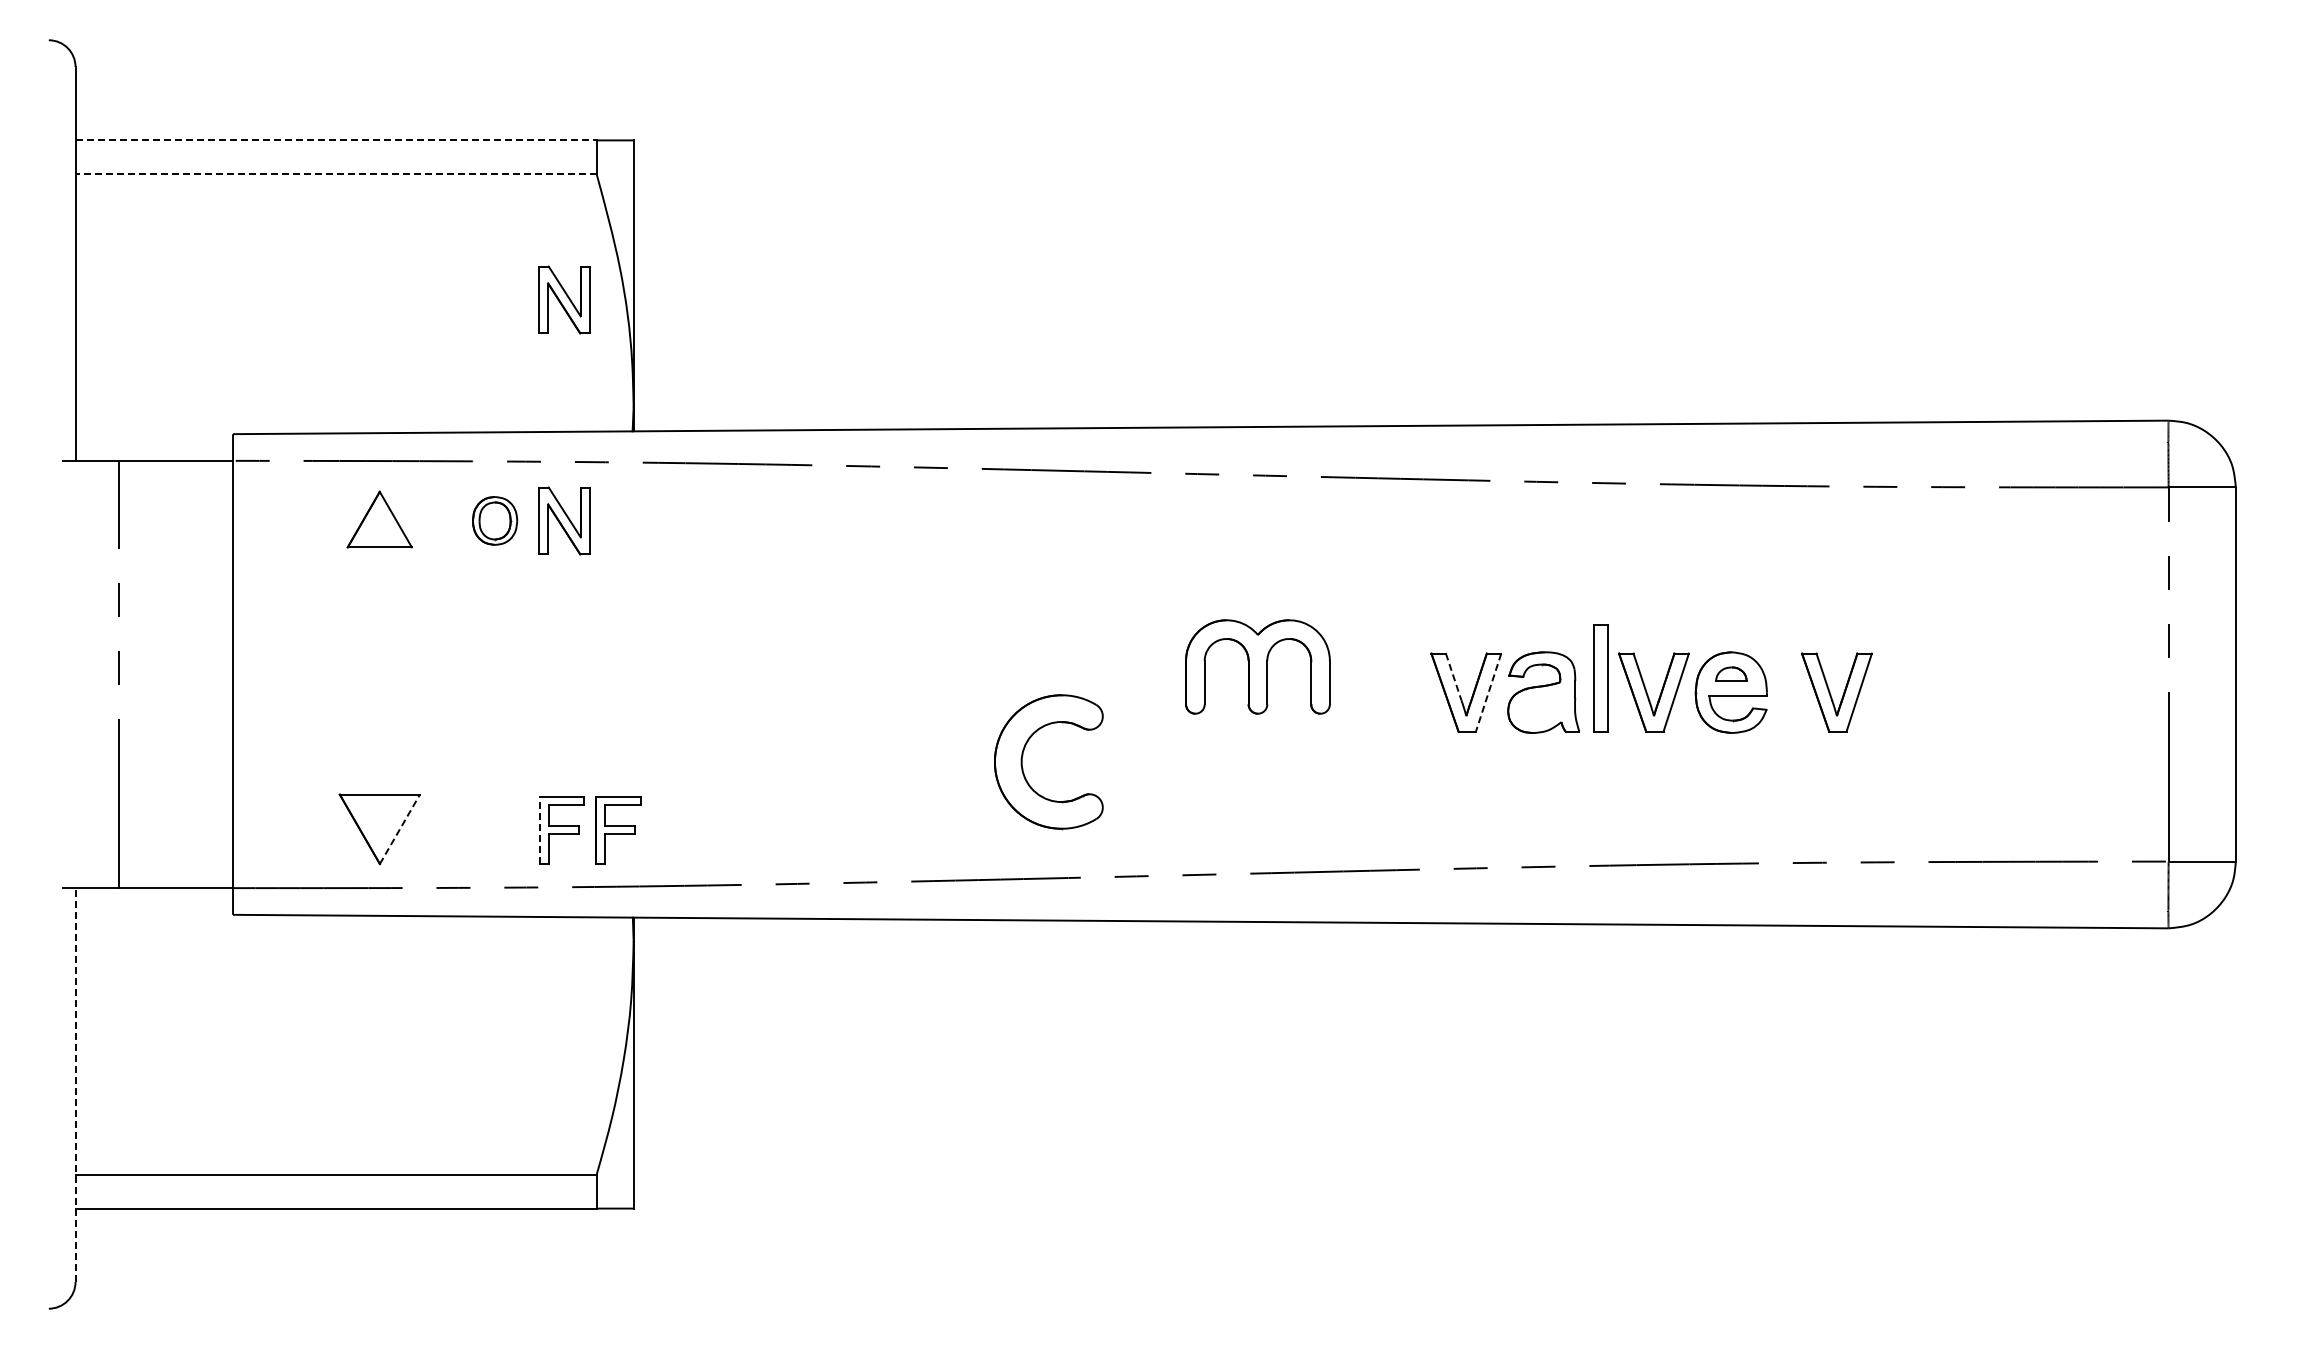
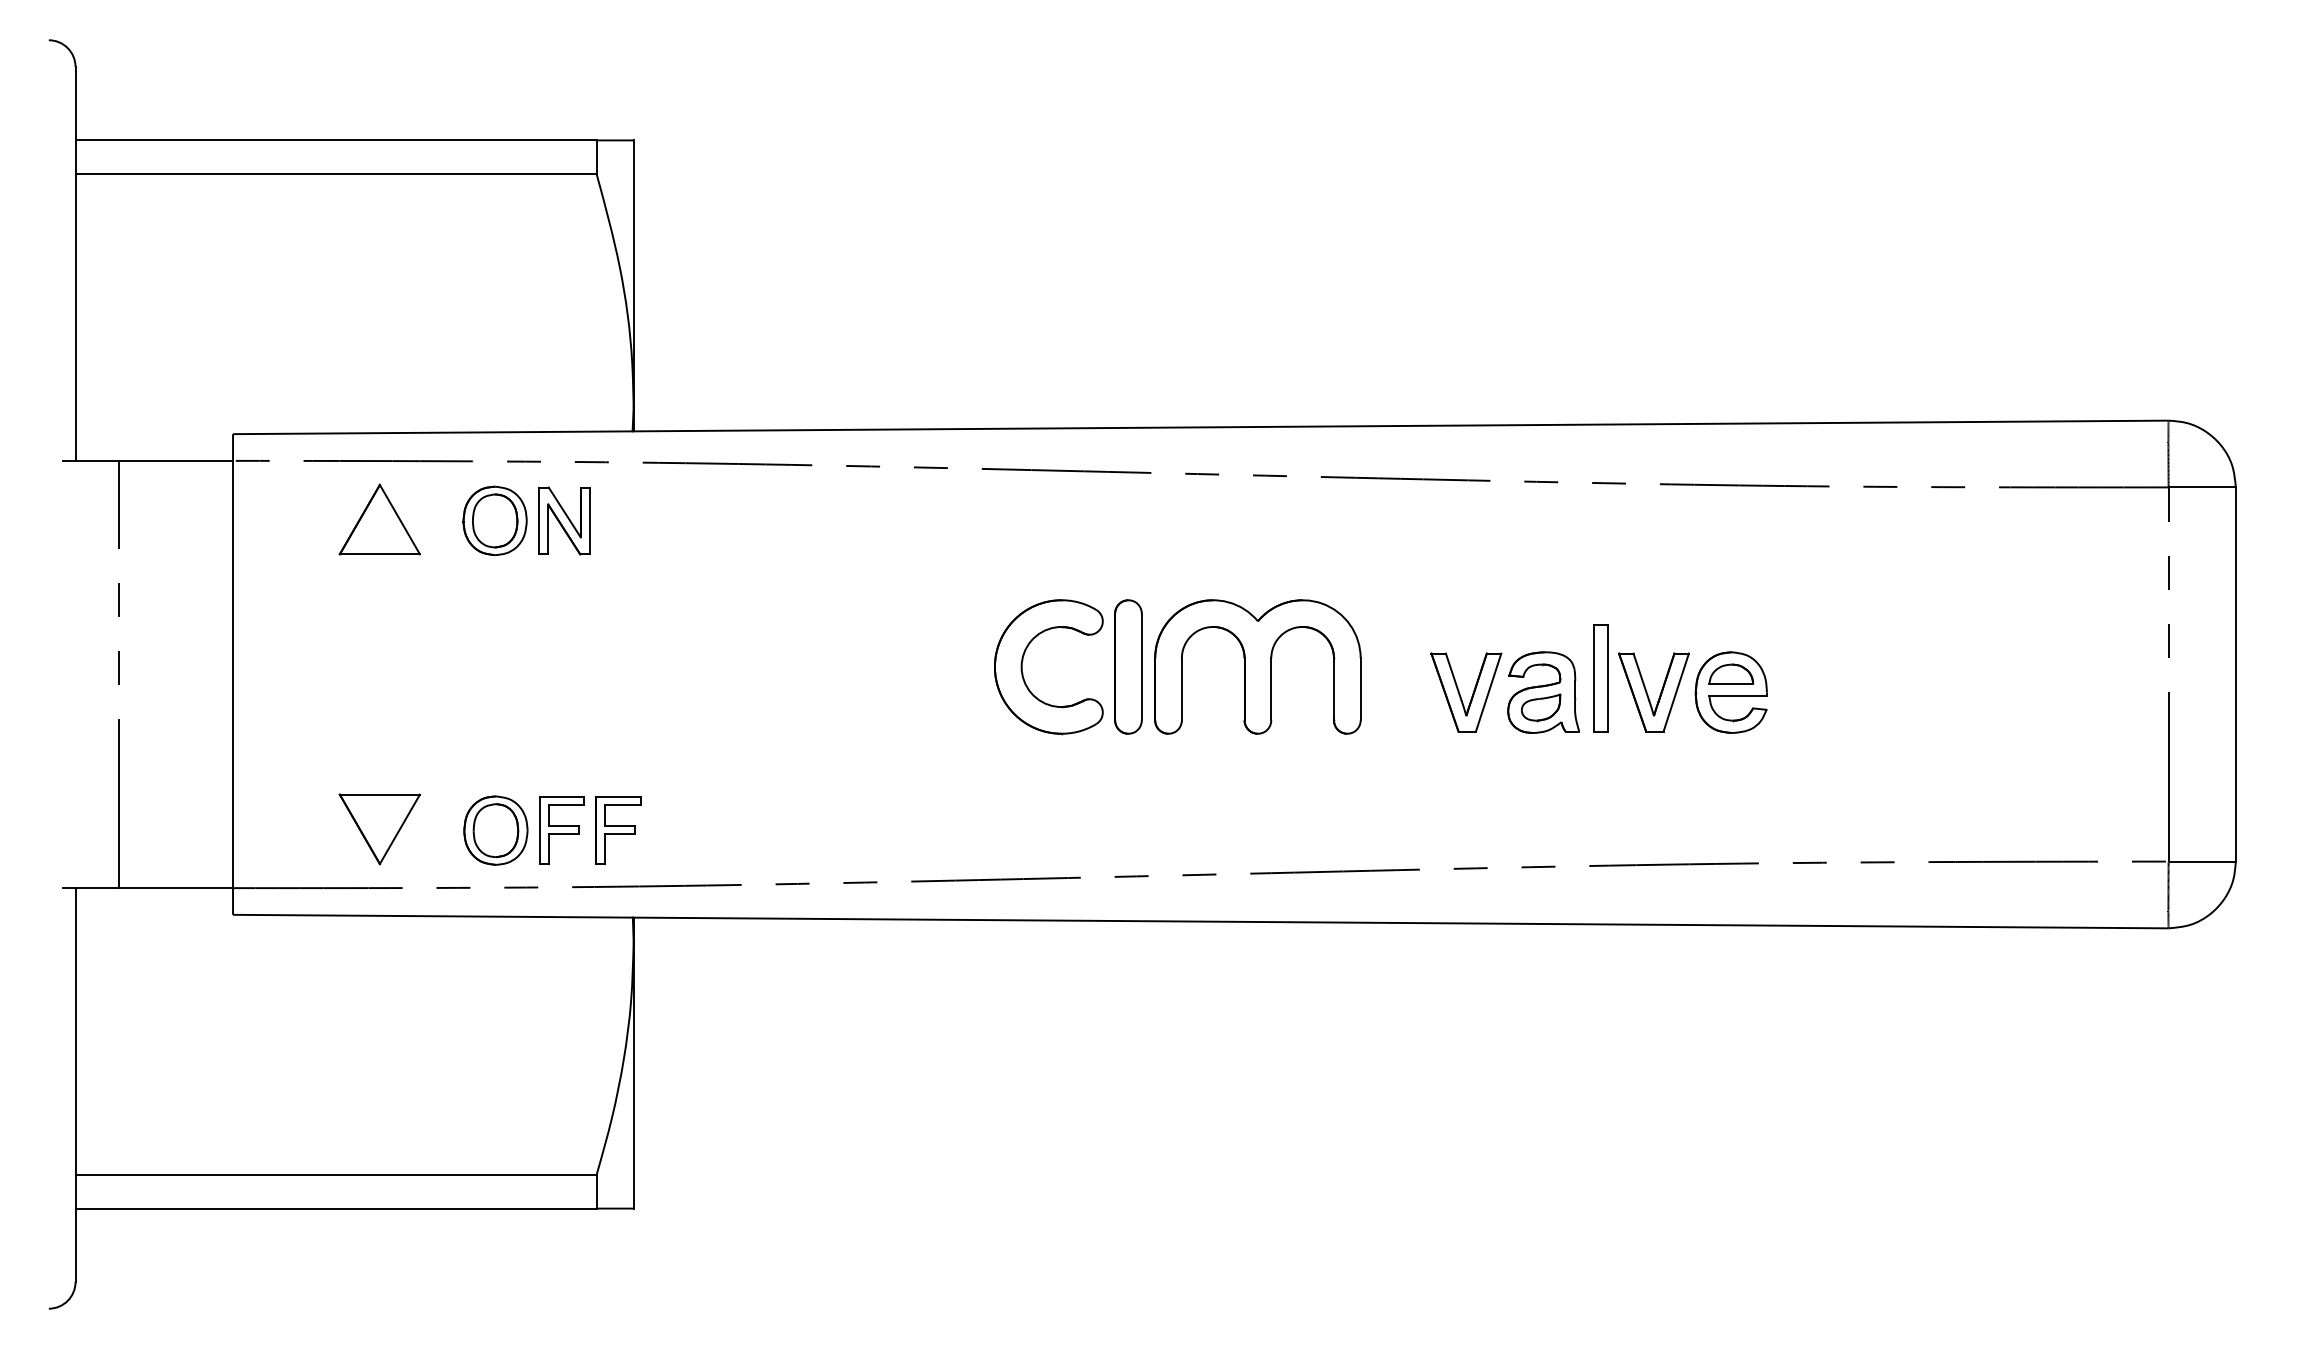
line at (336, 140): dashed -> solid
line at (336, 174): dashed -> solid
part at (564, 299): present -> none
part at (379, 519) size: 67x59 px -> 83x73 px
part at (495, 520) size: 47x50 px -> 66x72 px
part at (1128, 666): none -> present
part at (1257, 666) size: 146x96 px -> 208x136 px
part at (1731, 673) size: 33x16 px -> 47x22 px
line at (1453, 677): dashed -> solid
part at (1836, 692): present -> none
line at (1488, 693): dashed -> solid
part at (1541, 707): none -> present
part at (1023, 768) position: (1023, 768) -> (1023, 673)
line at (400, 828): dashed -> solid
part at (495, 830): none -> present
line at (539, 830): dashed -> solid
line at (75, 1085): dashed -> solid
